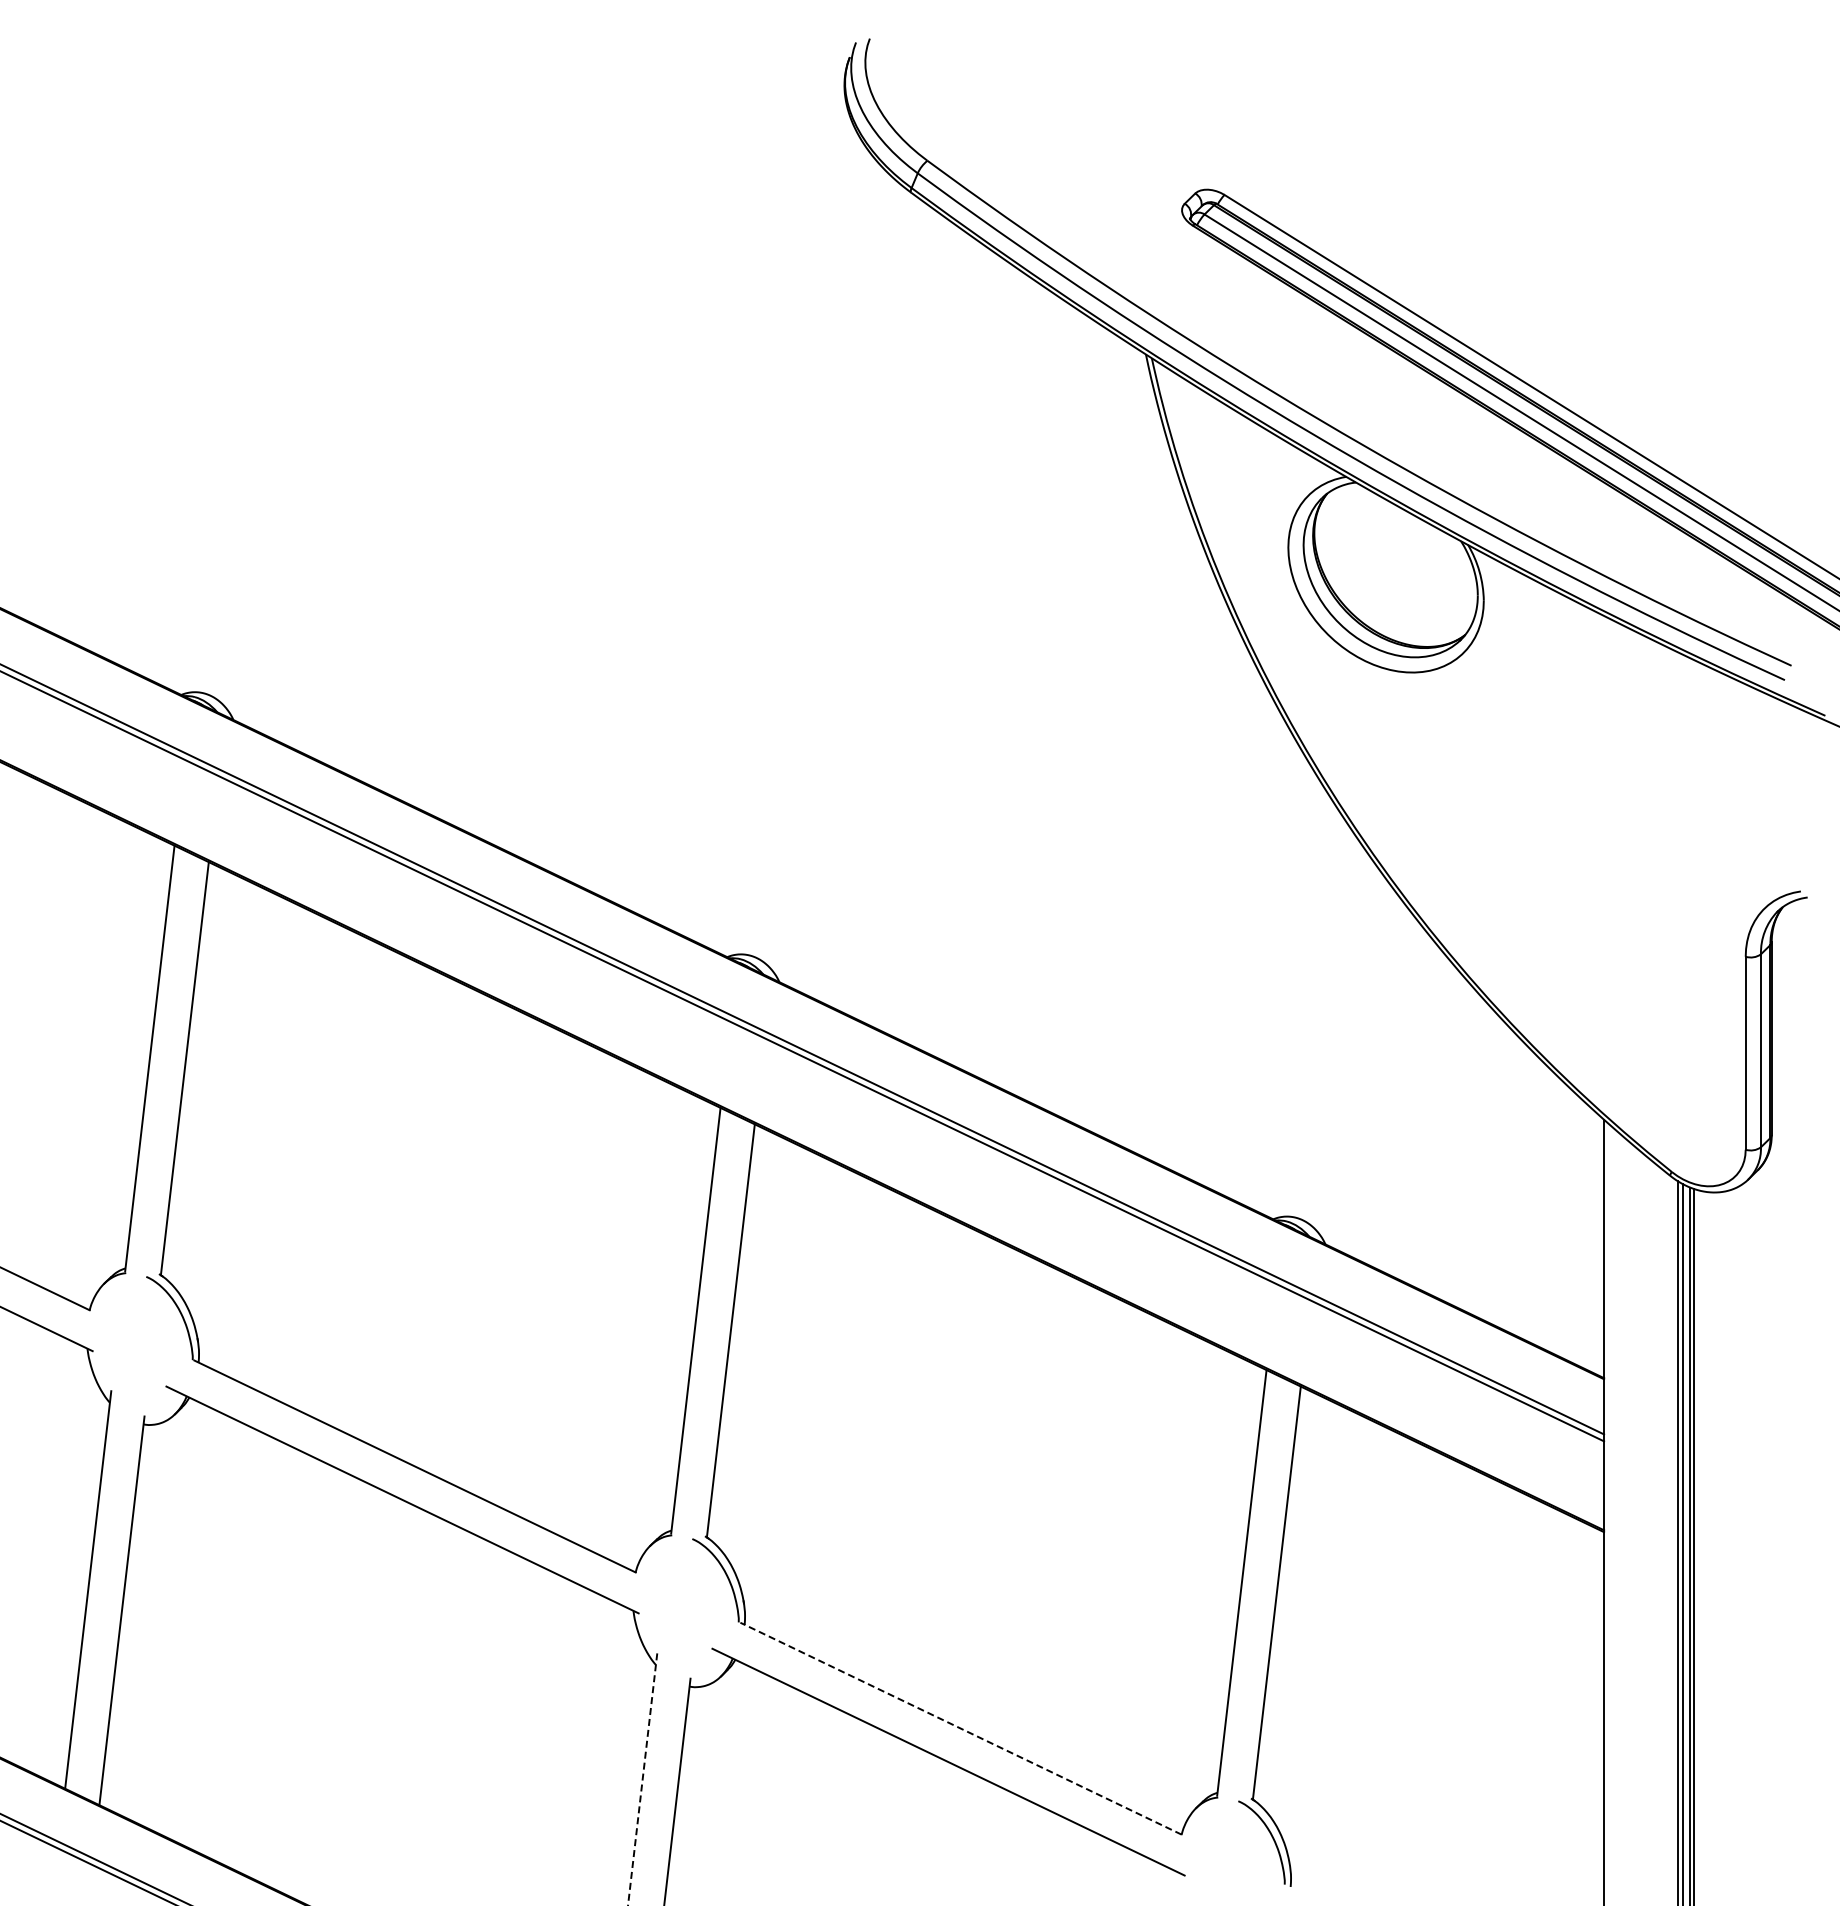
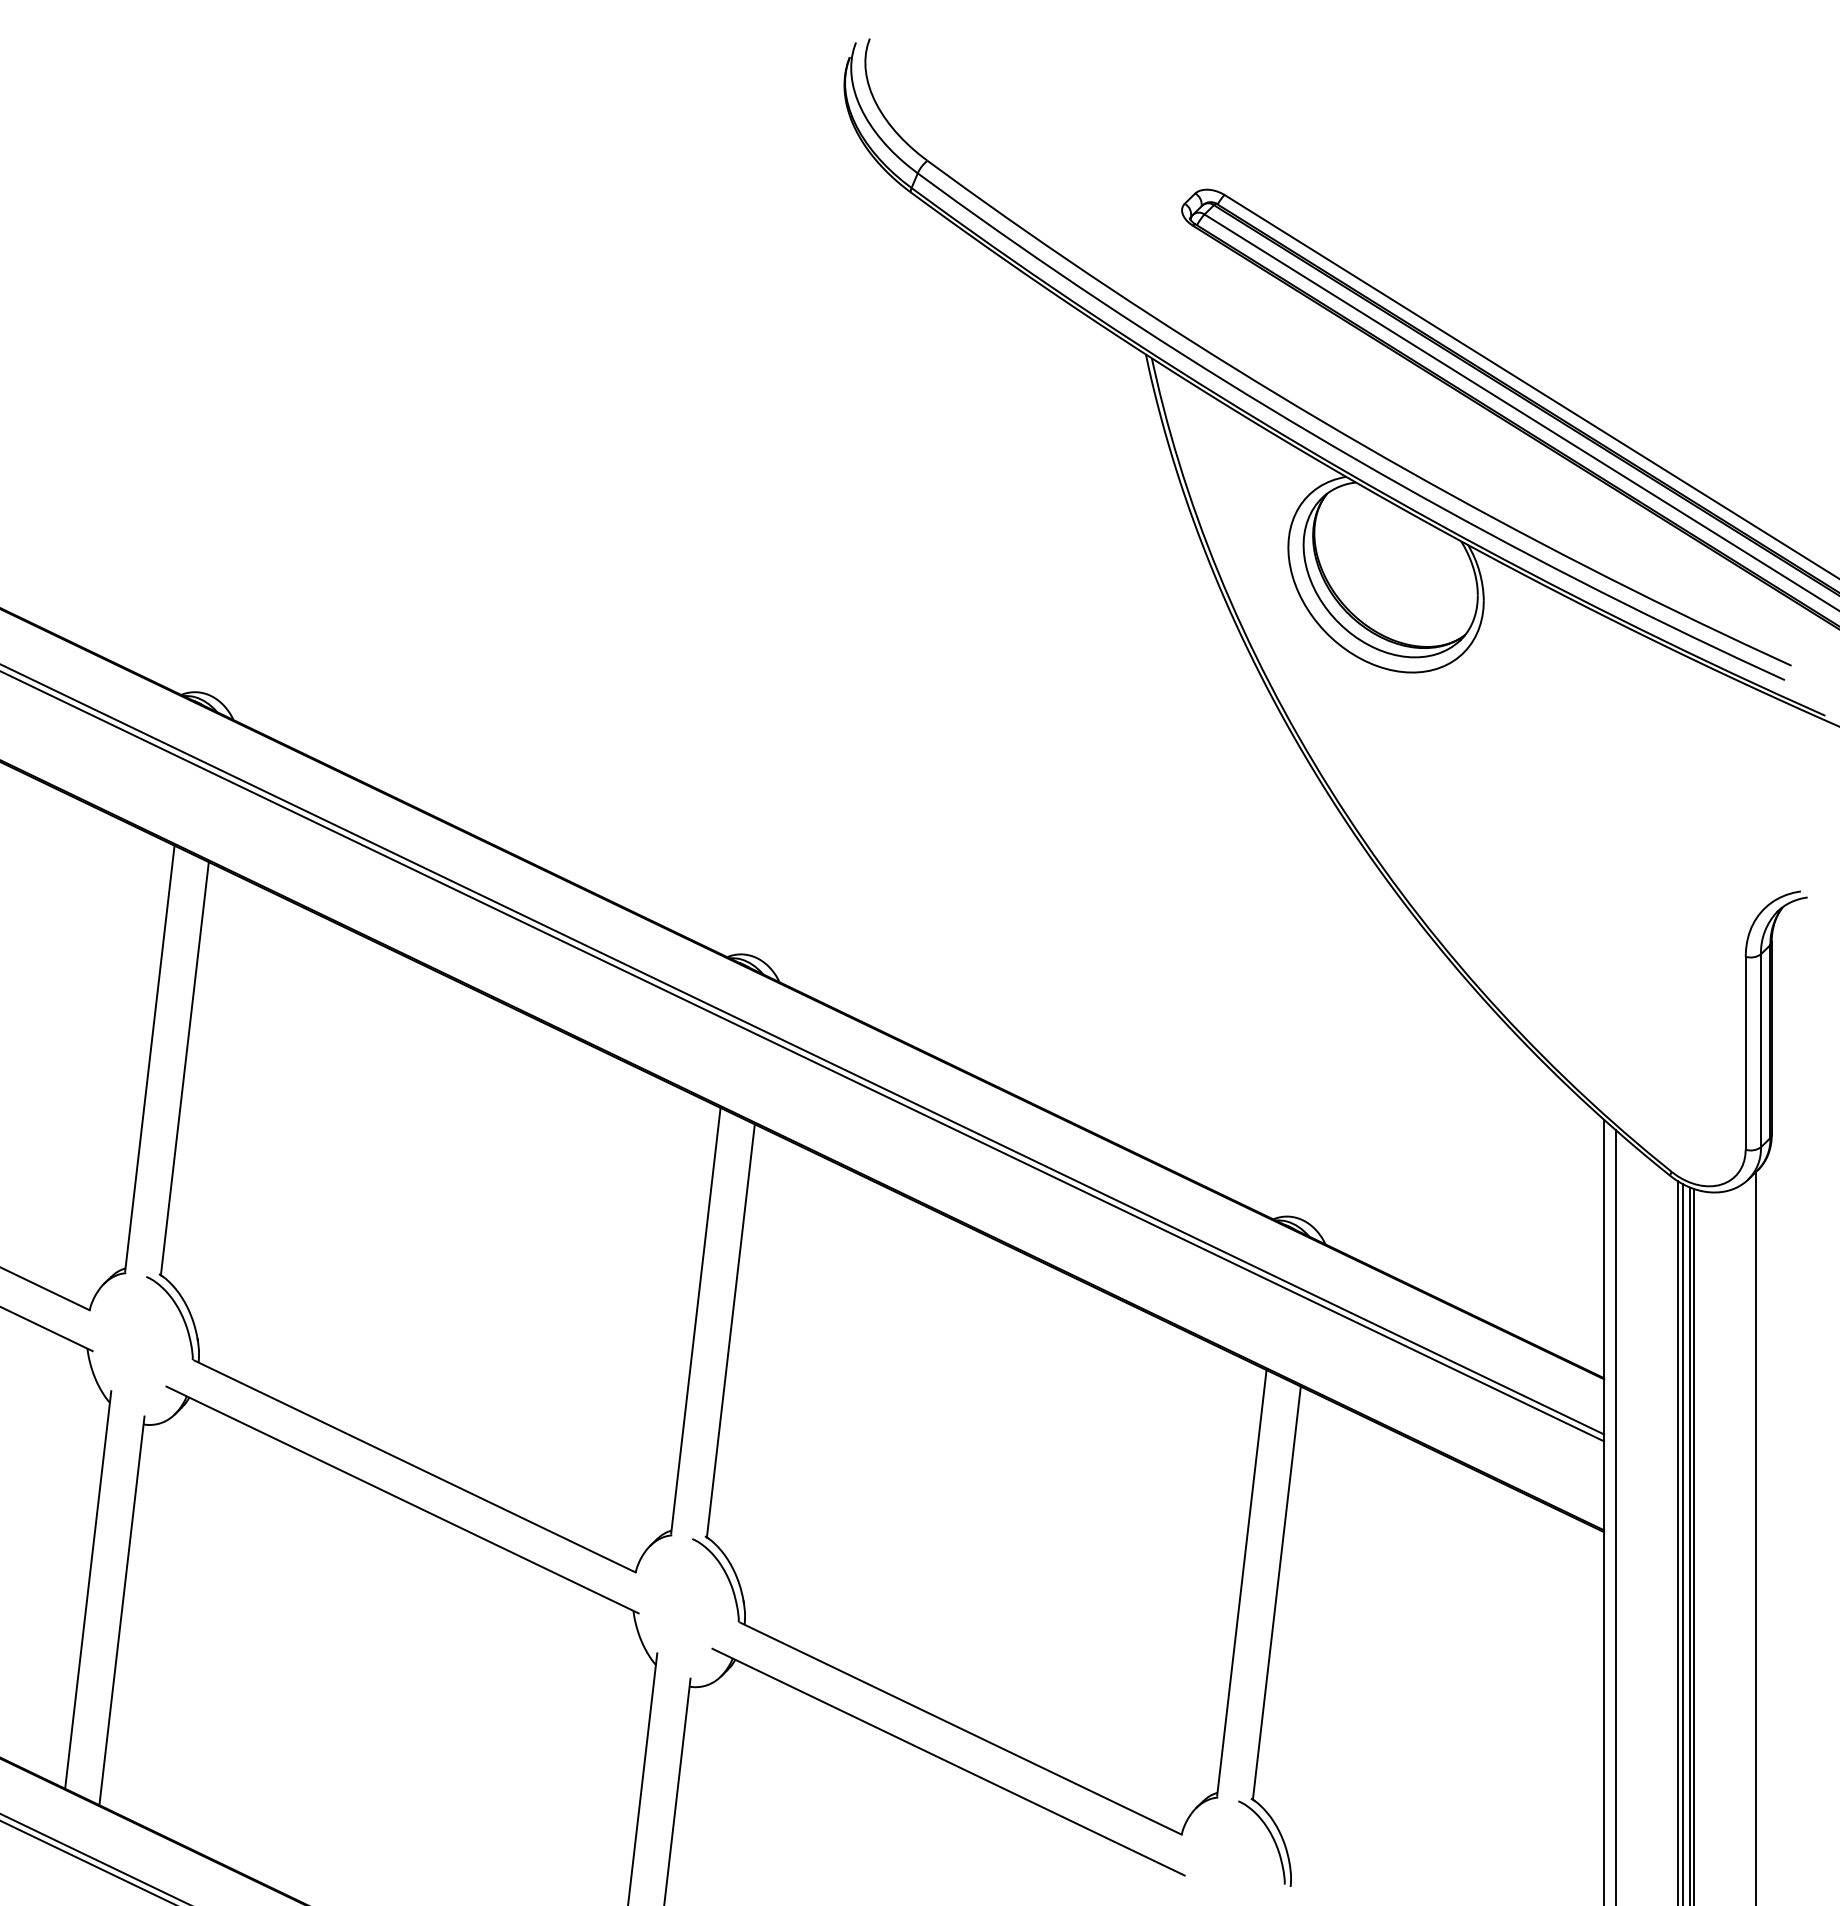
line at (1616, 1516): none -> present
line at (1755, 1537): none -> present
line at (961, 1728): dashed -> solid
line at (642, 1779): dashed -> solid
